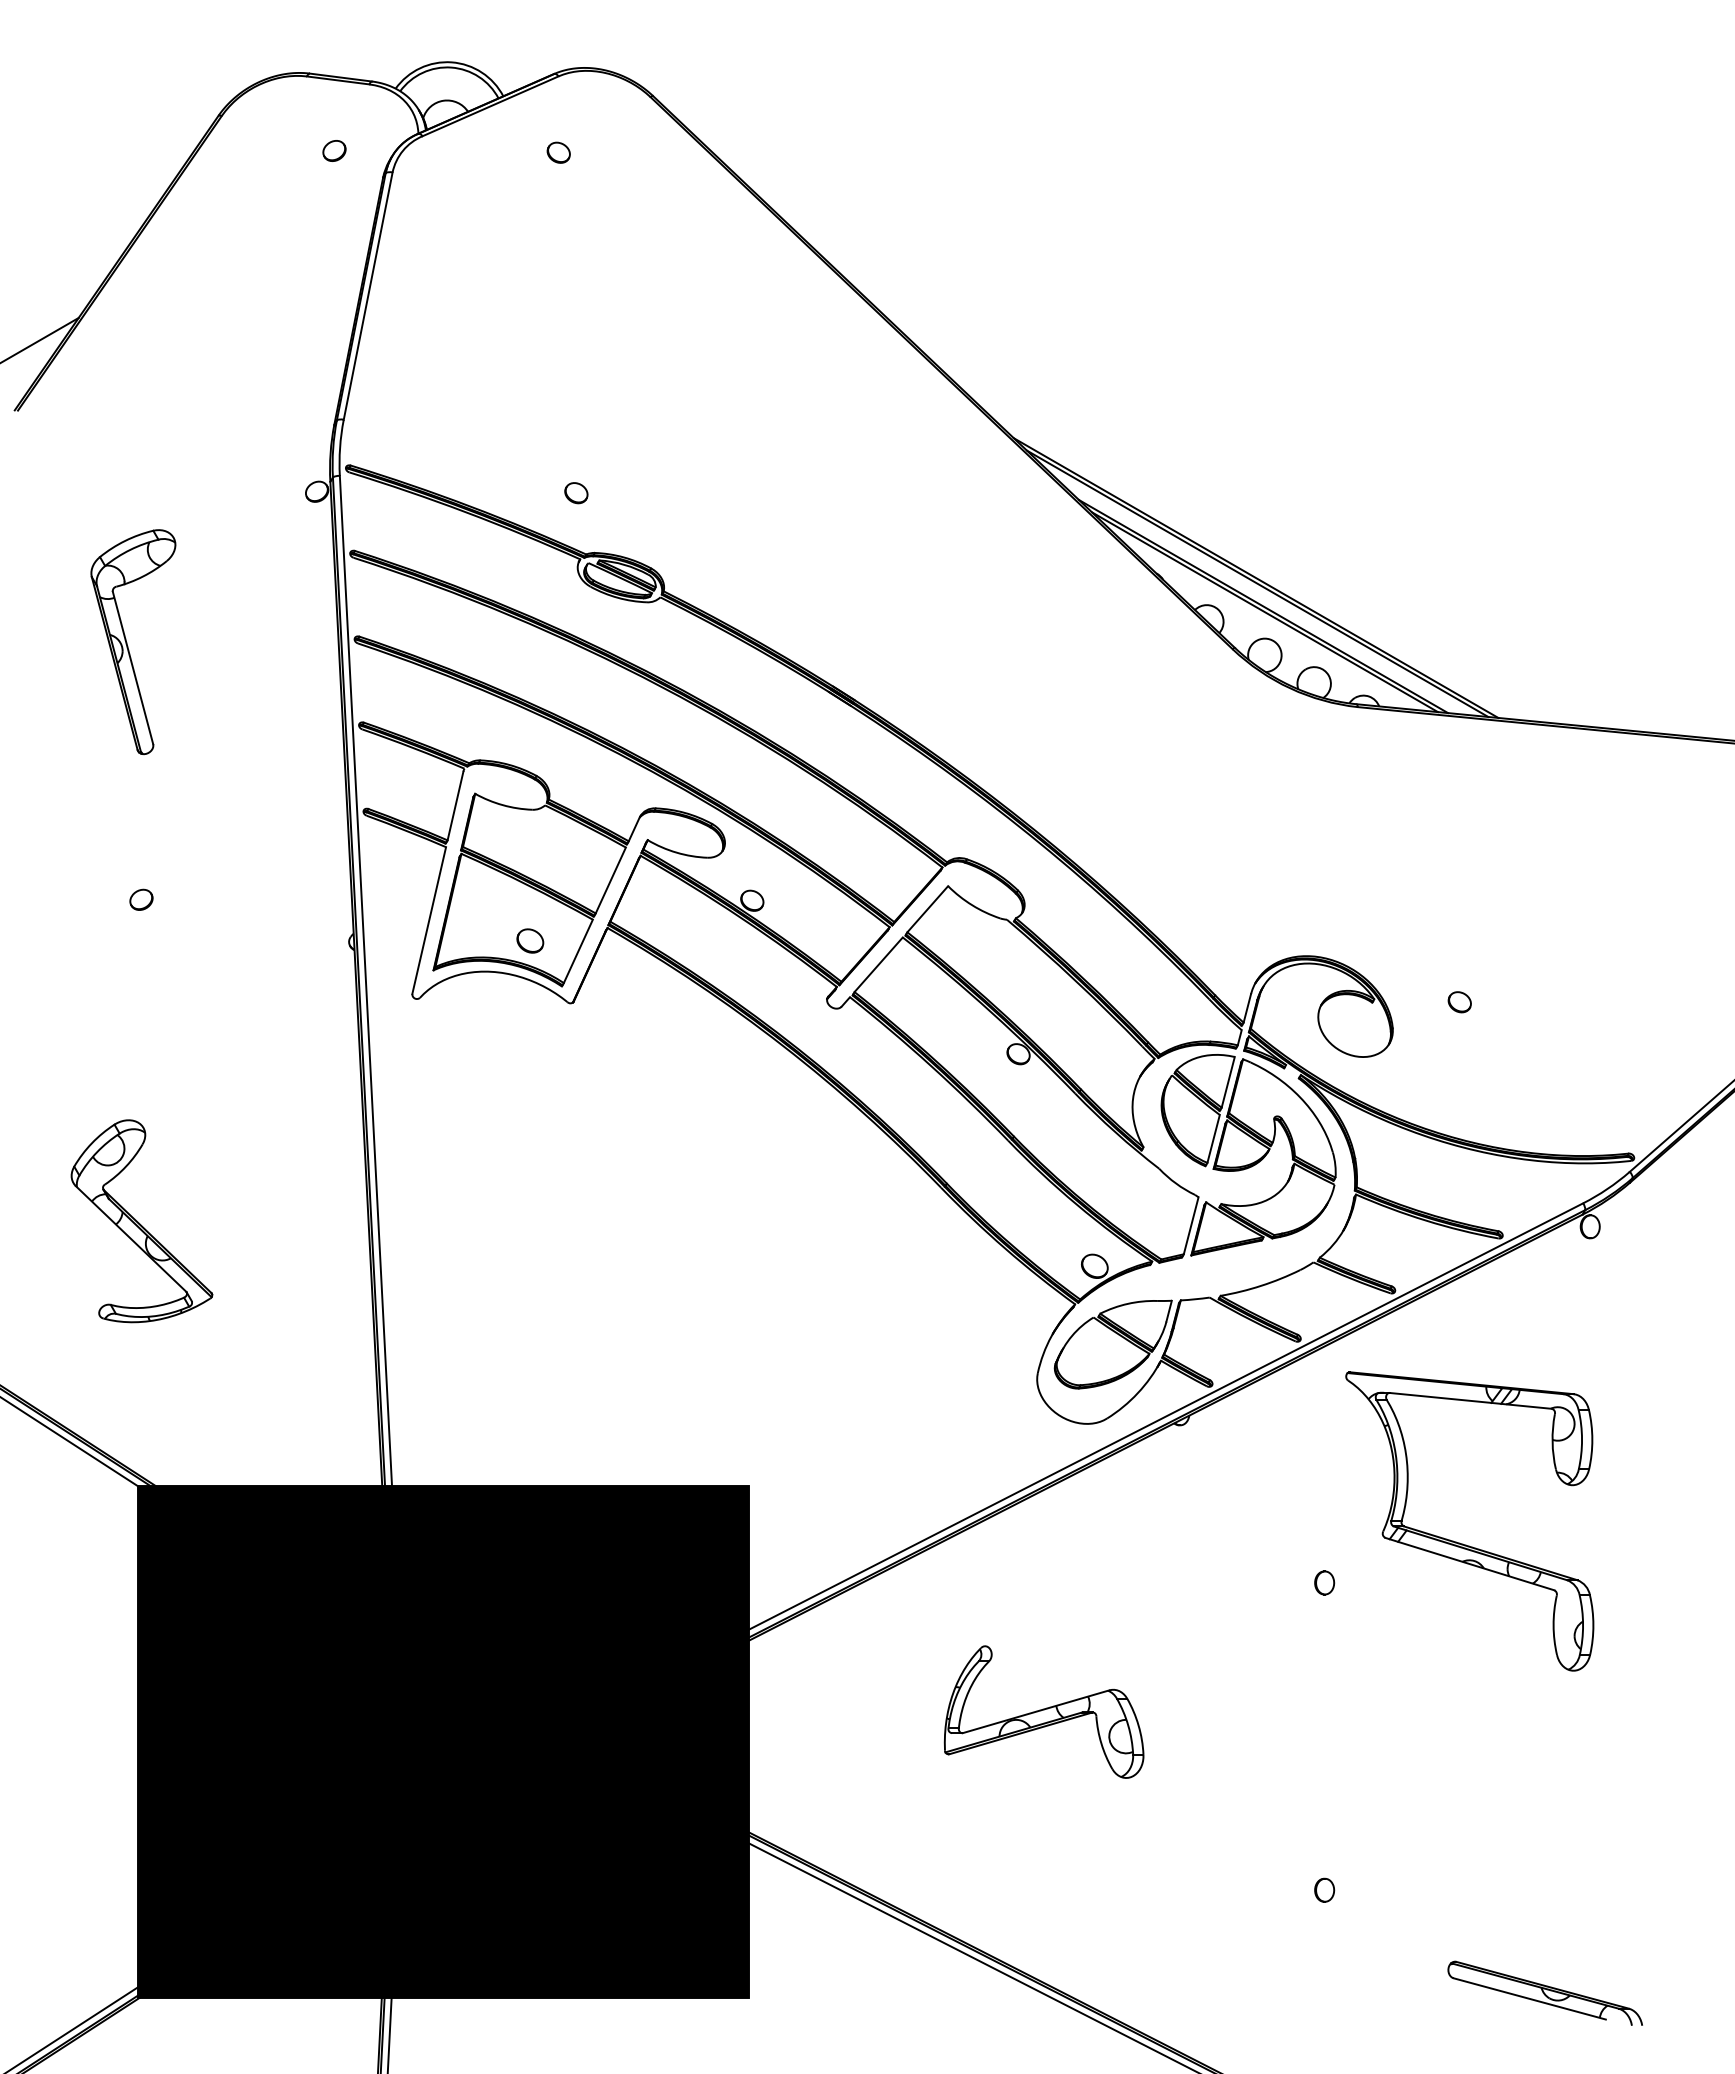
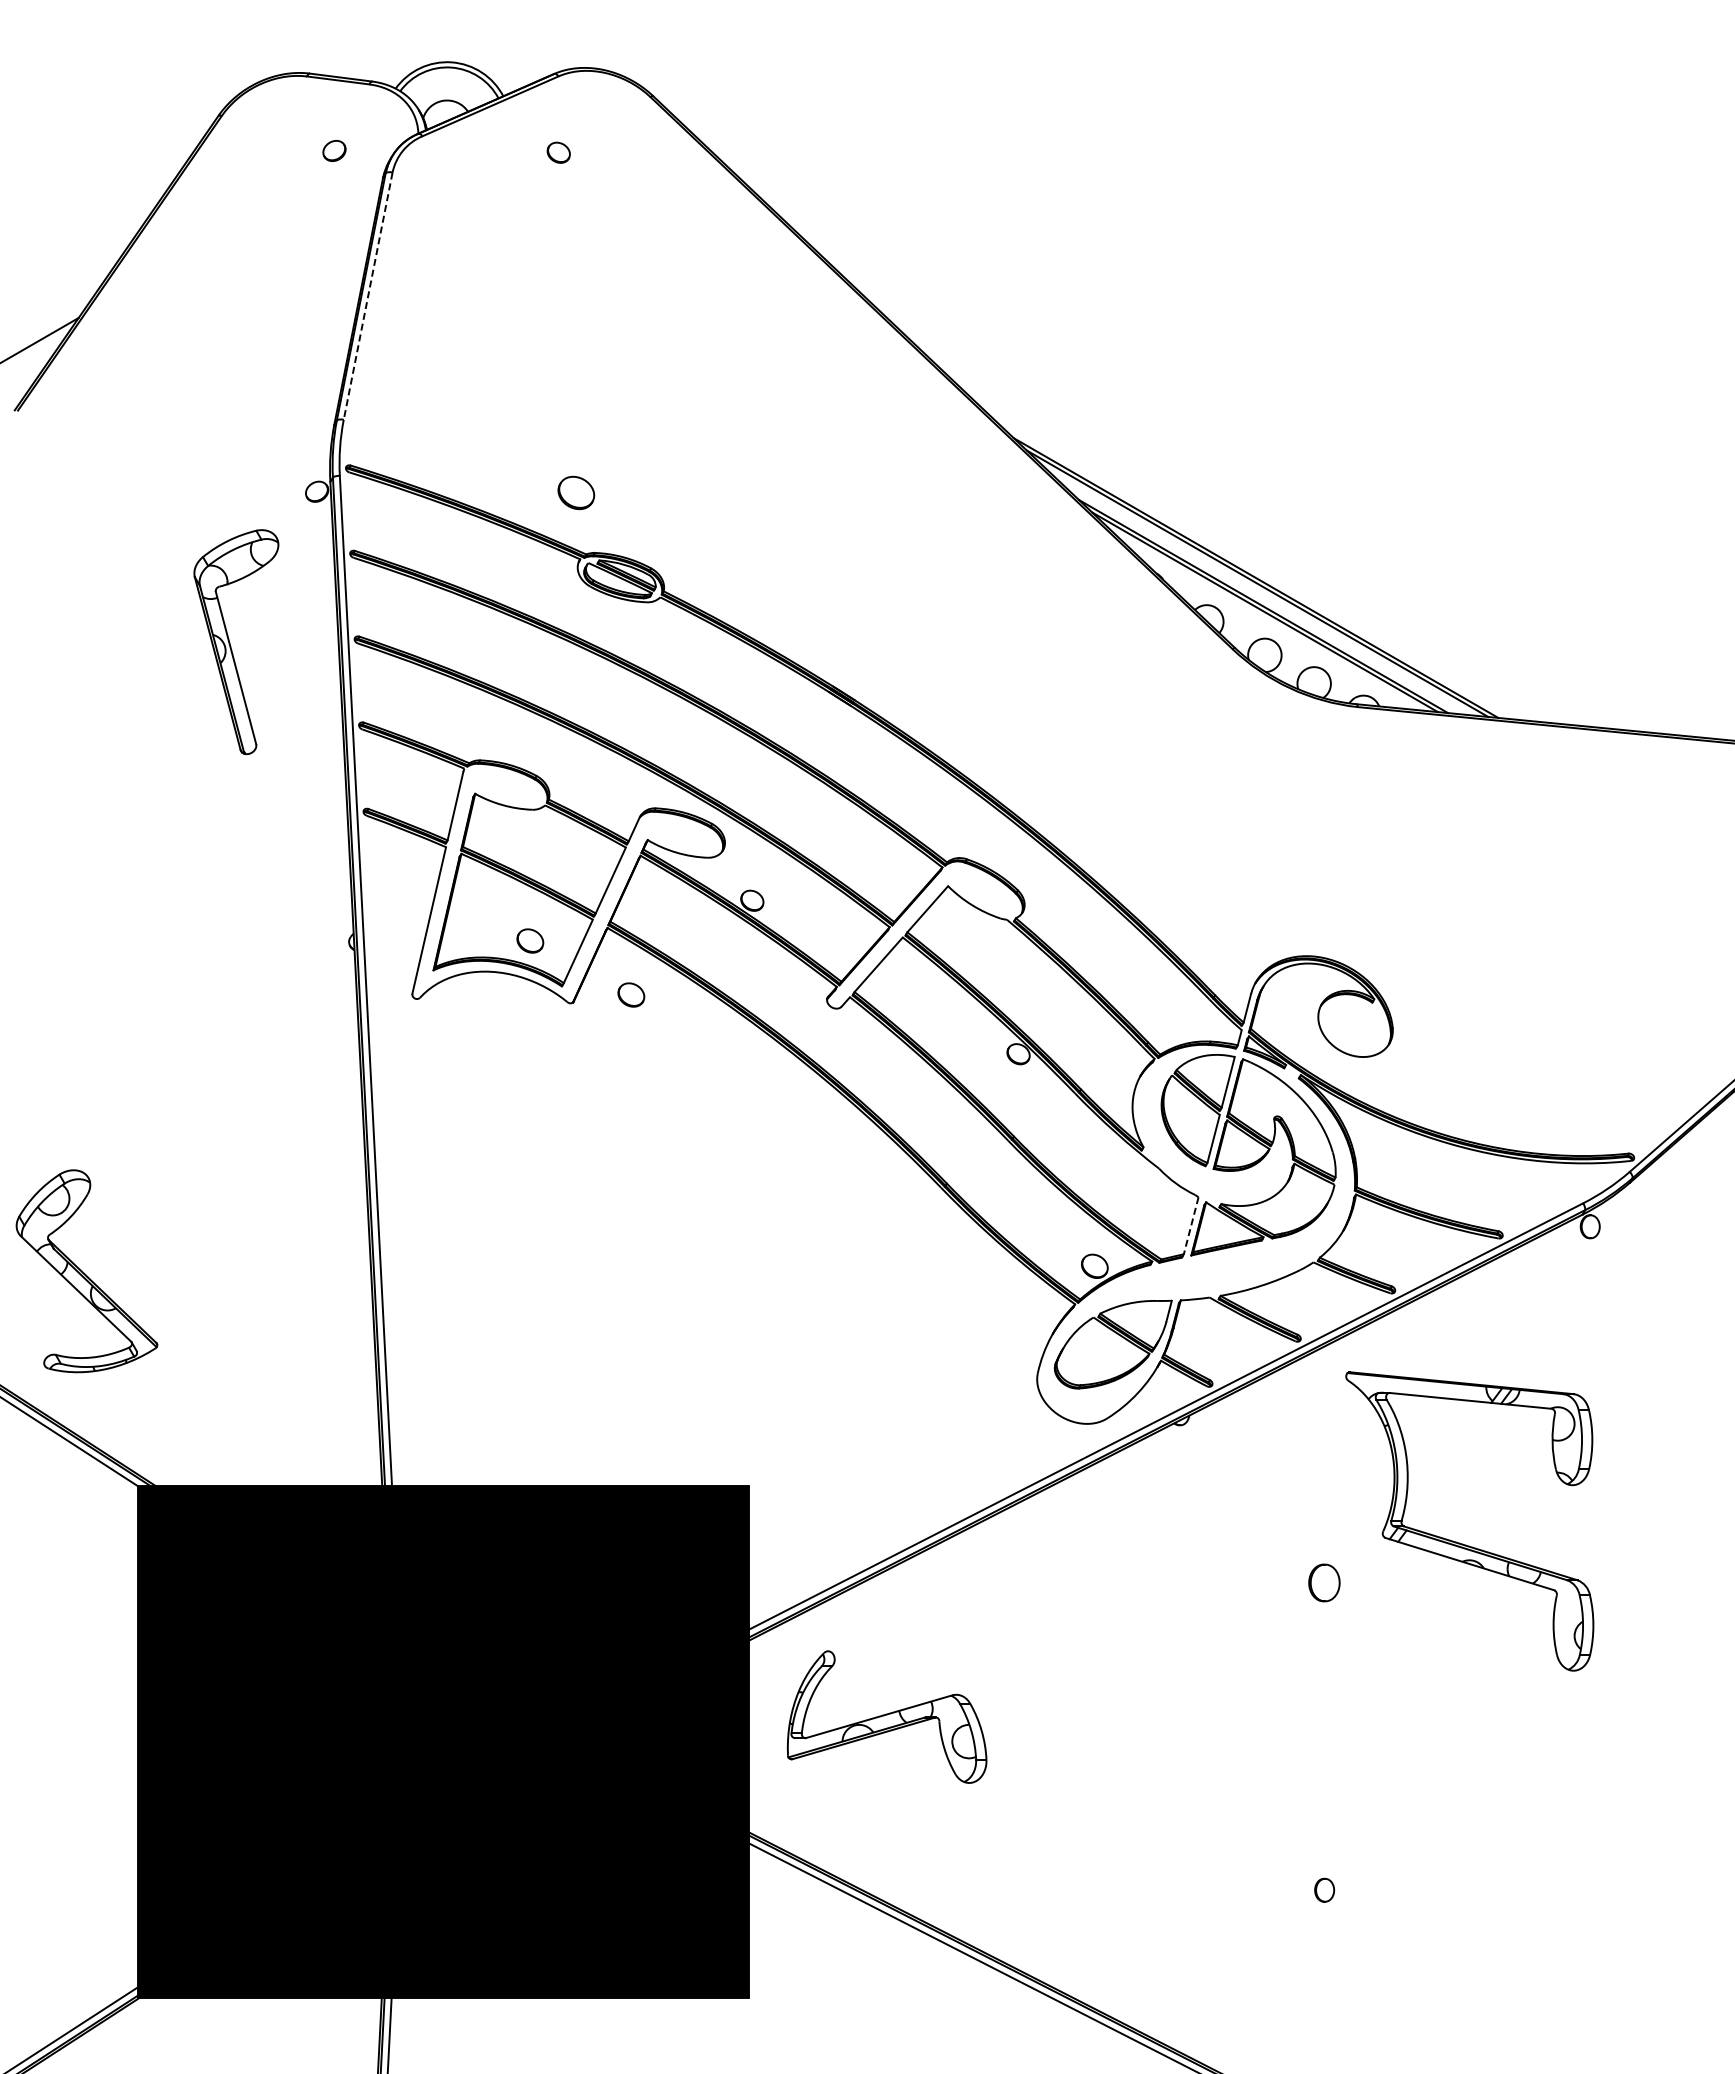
line at (368, 296): solid -> dashed
part at (576, 493) size: 25x23 px -> 39x36 px
part at (133, 642) position: (133, 642) -> (236, 642)
part at (141, 899): present -> none
part at (631, 994): none -> present
part at (1459, 1002): present -> none
part at (141, 1221) position: (141, 1221) -> (86, 1271)
line at (1191, 1226): solid -> dashed
part at (1324, 1582) size: 22x26 px -> 33x40 px
part at (1043, 1711) position: (1043, 1711) -> (886, 1716)
part at (1544, 1992): present -> none
